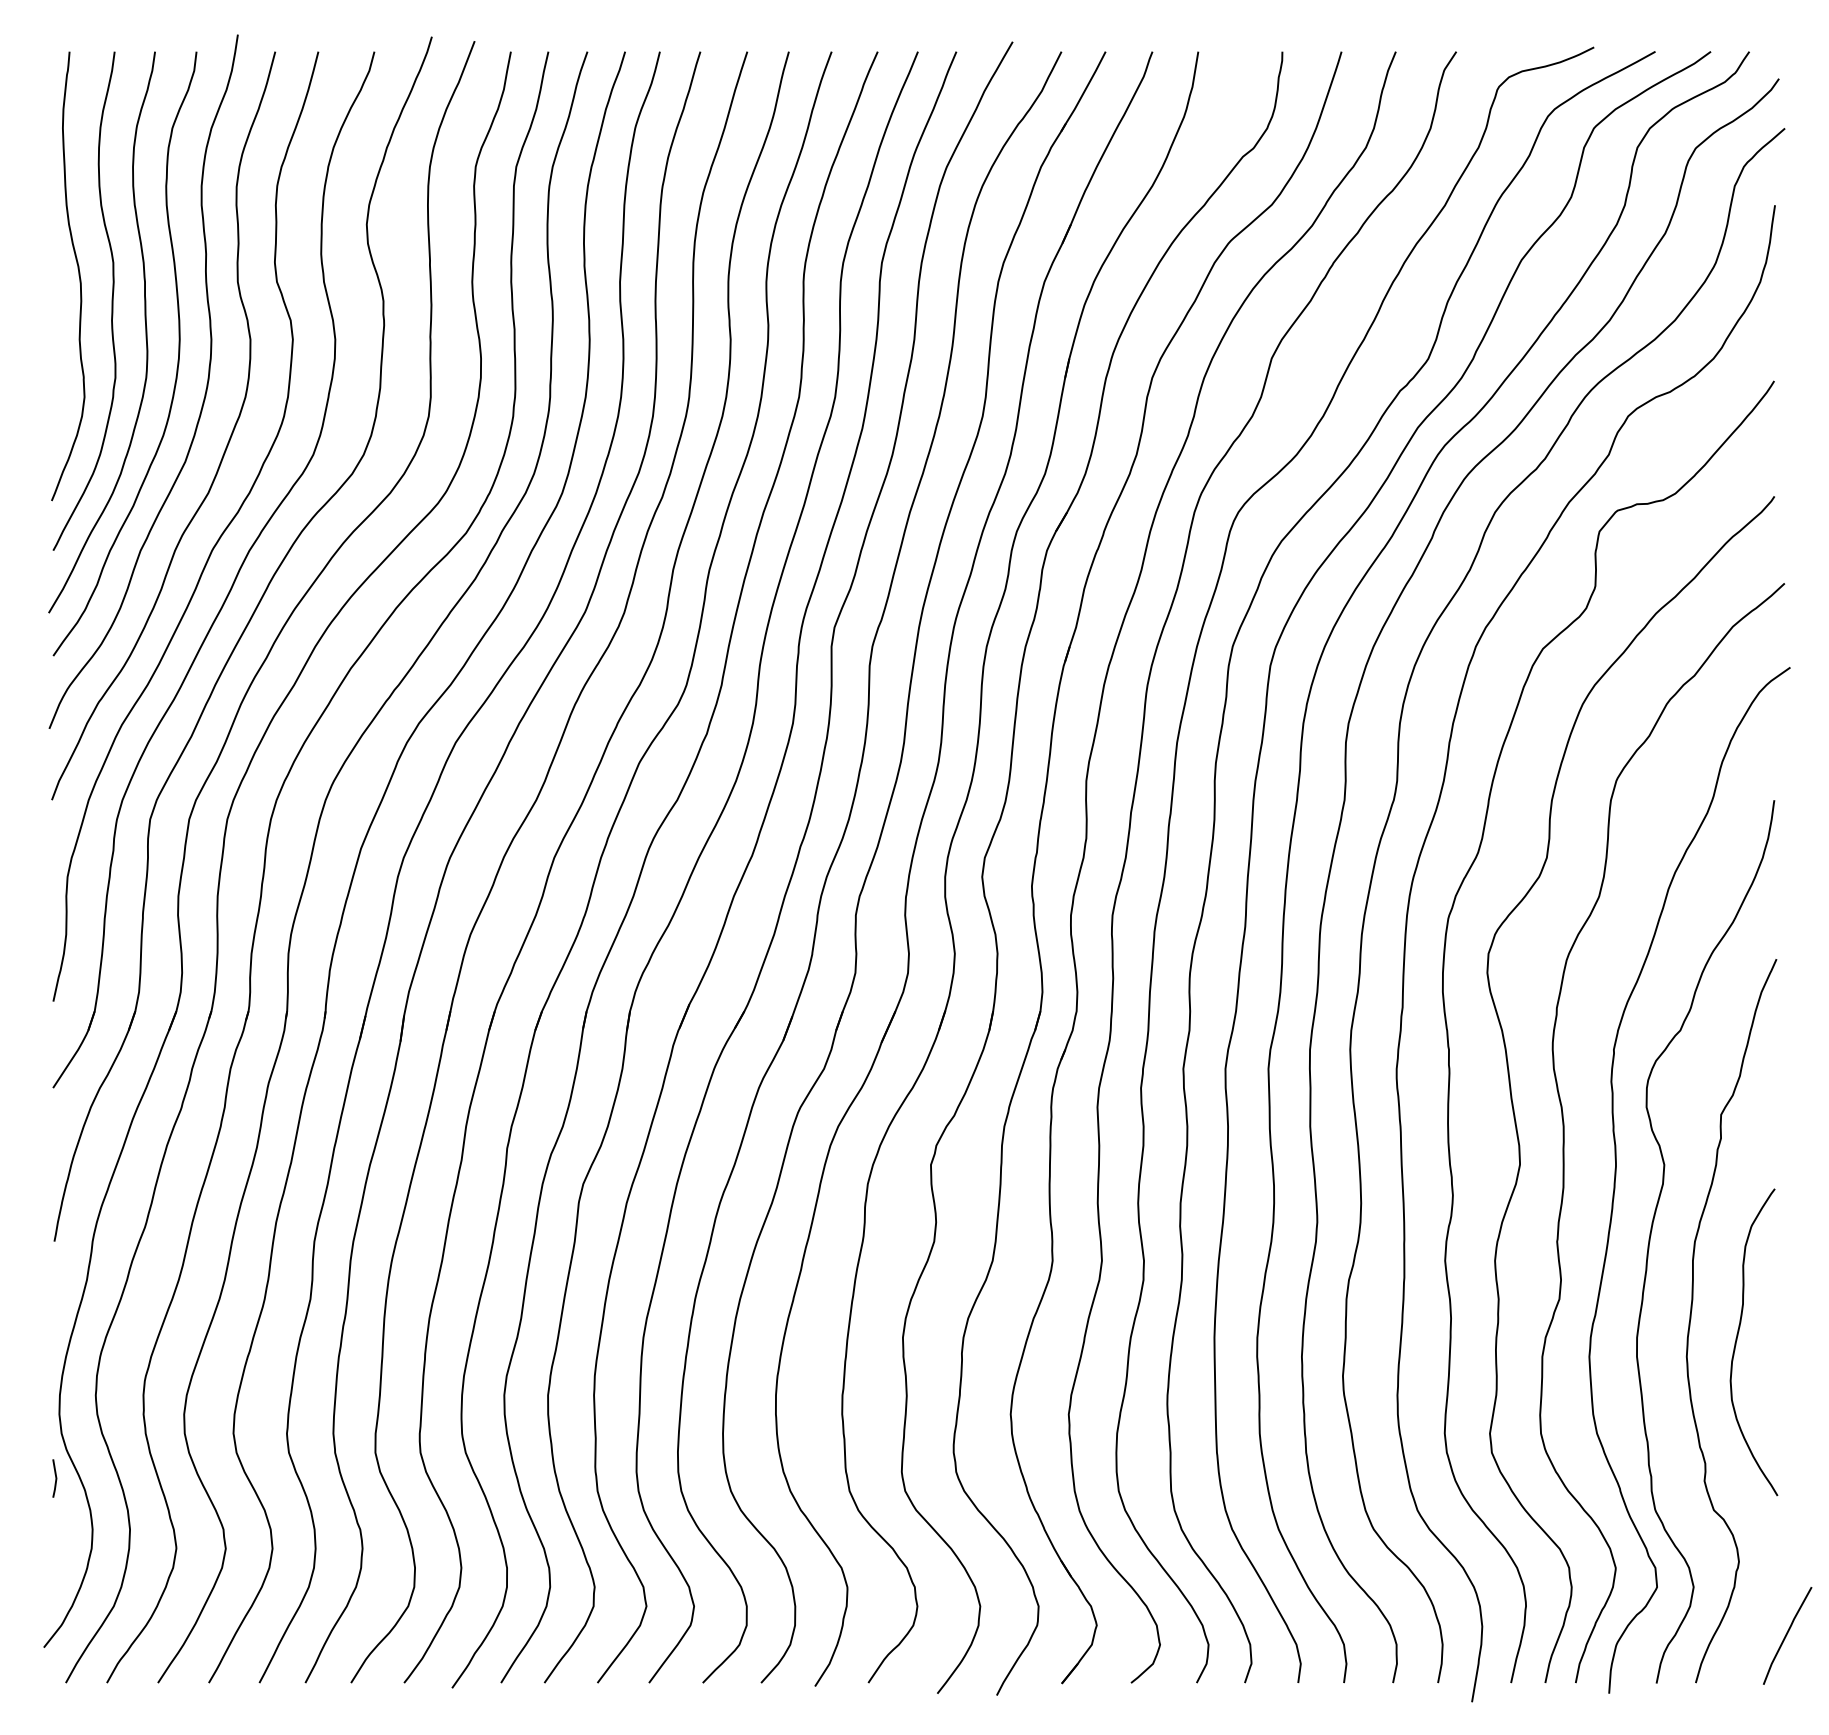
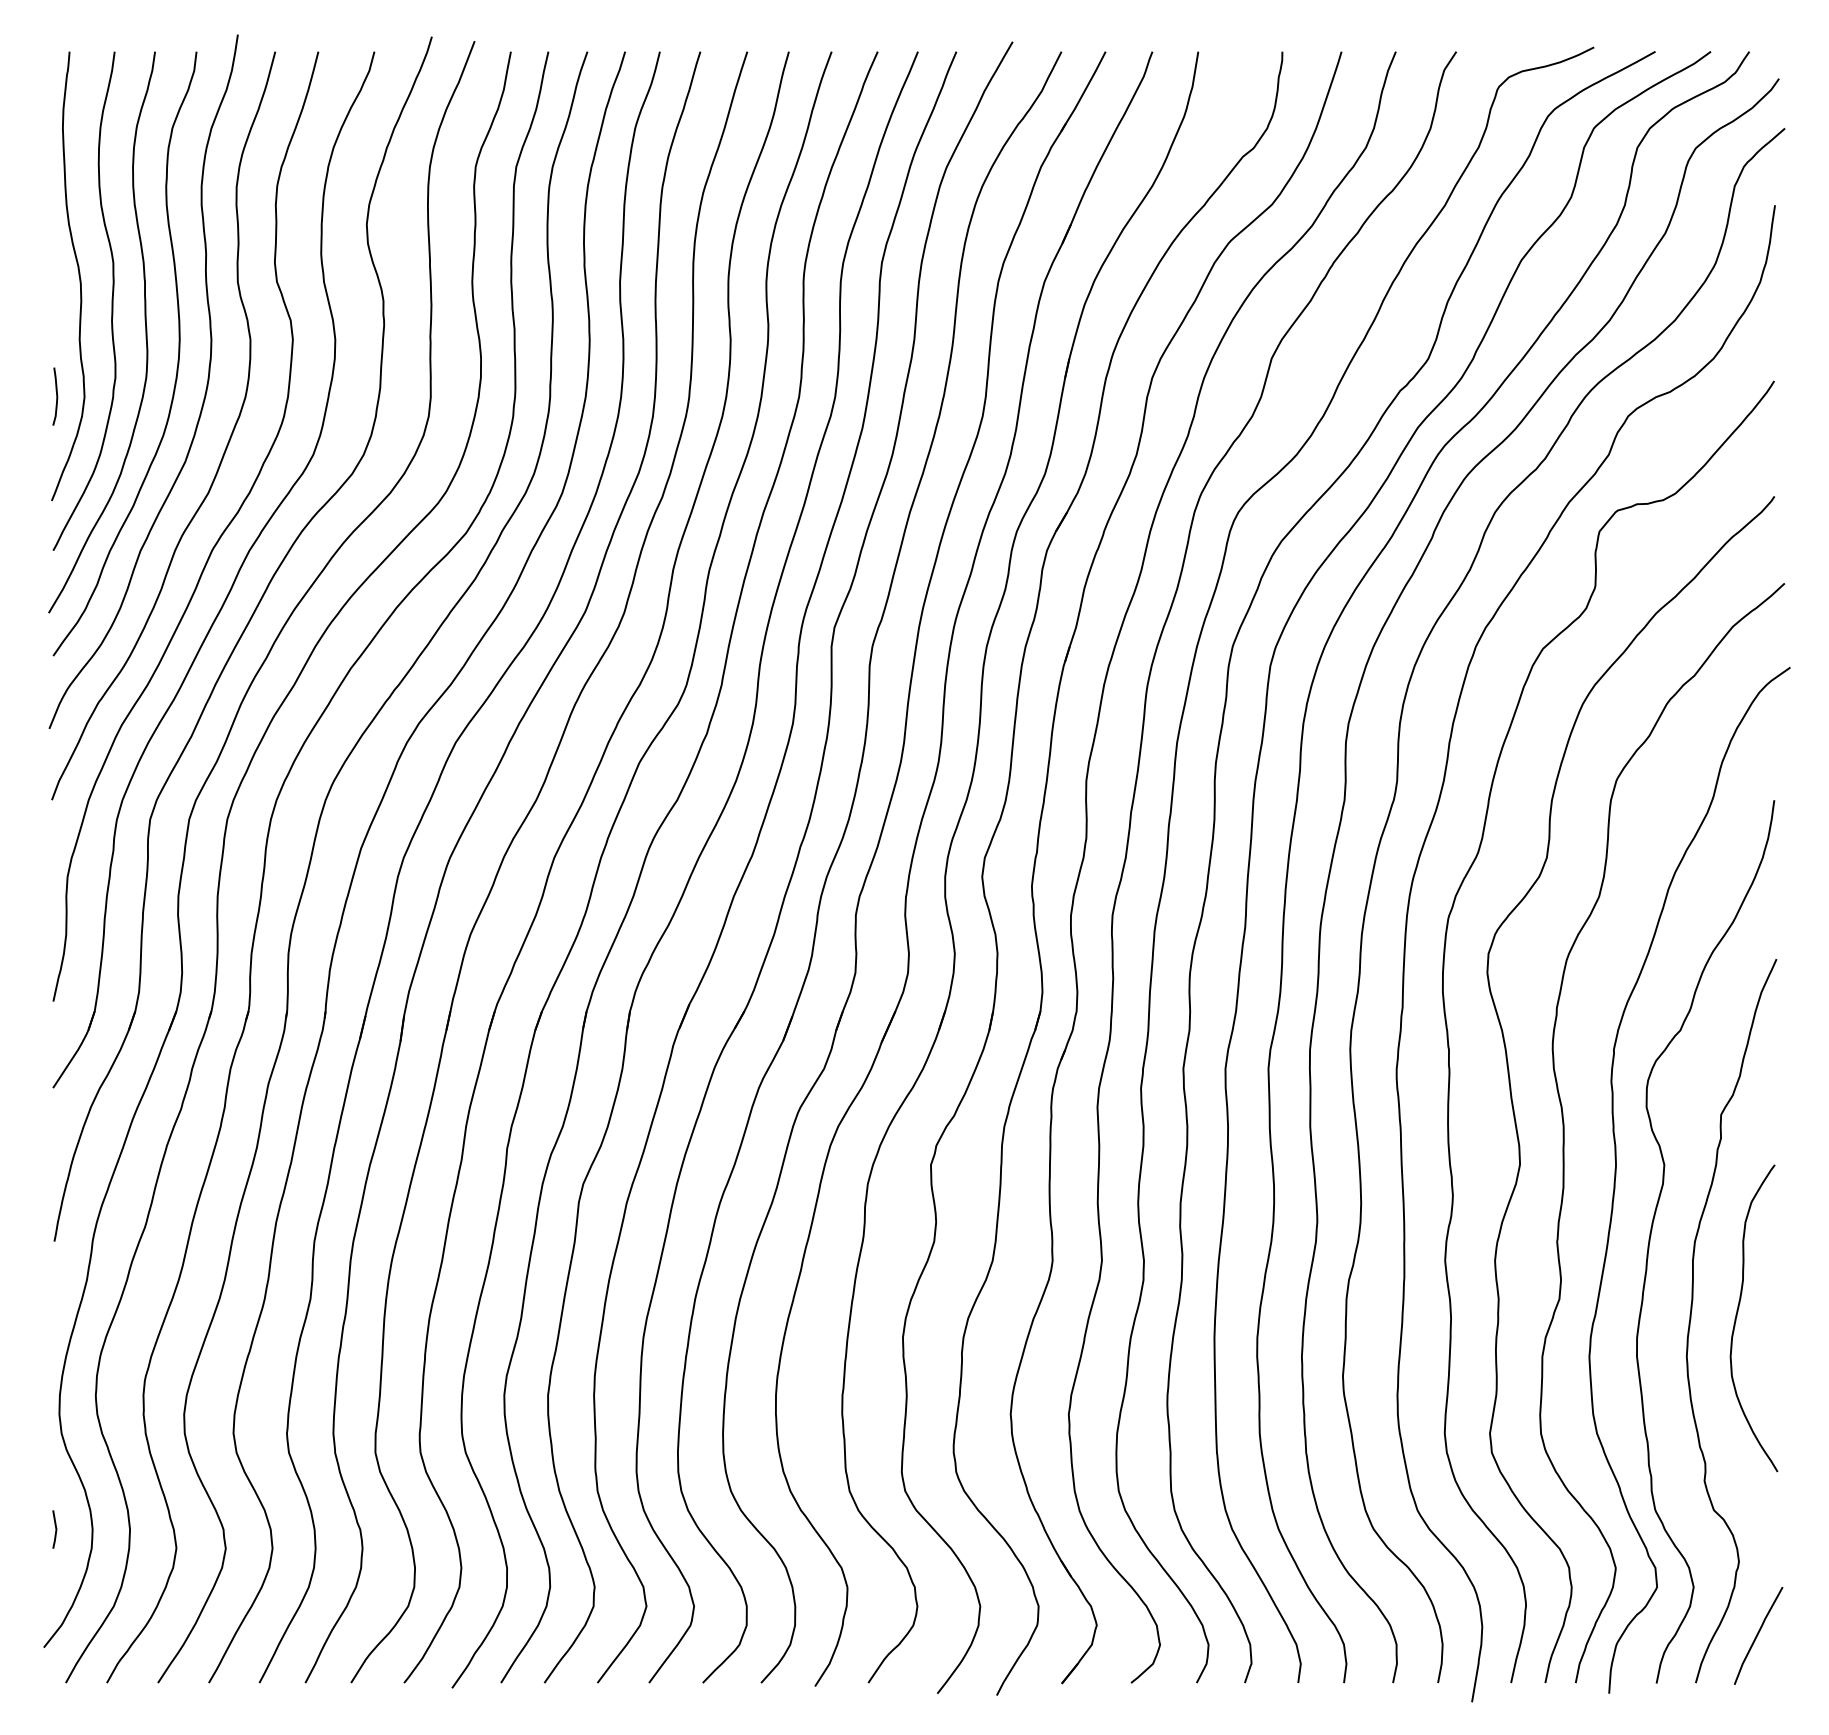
curve at (56, 396): none -> present
curve at (1738, 1336) position: (1738, 1336) -> (1738, 1312)
line at (55, 1478) position: (55, 1478) -> (55, 1529)
line at (1787, 1635) position: (1787, 1635) -> (1758, 1635)
